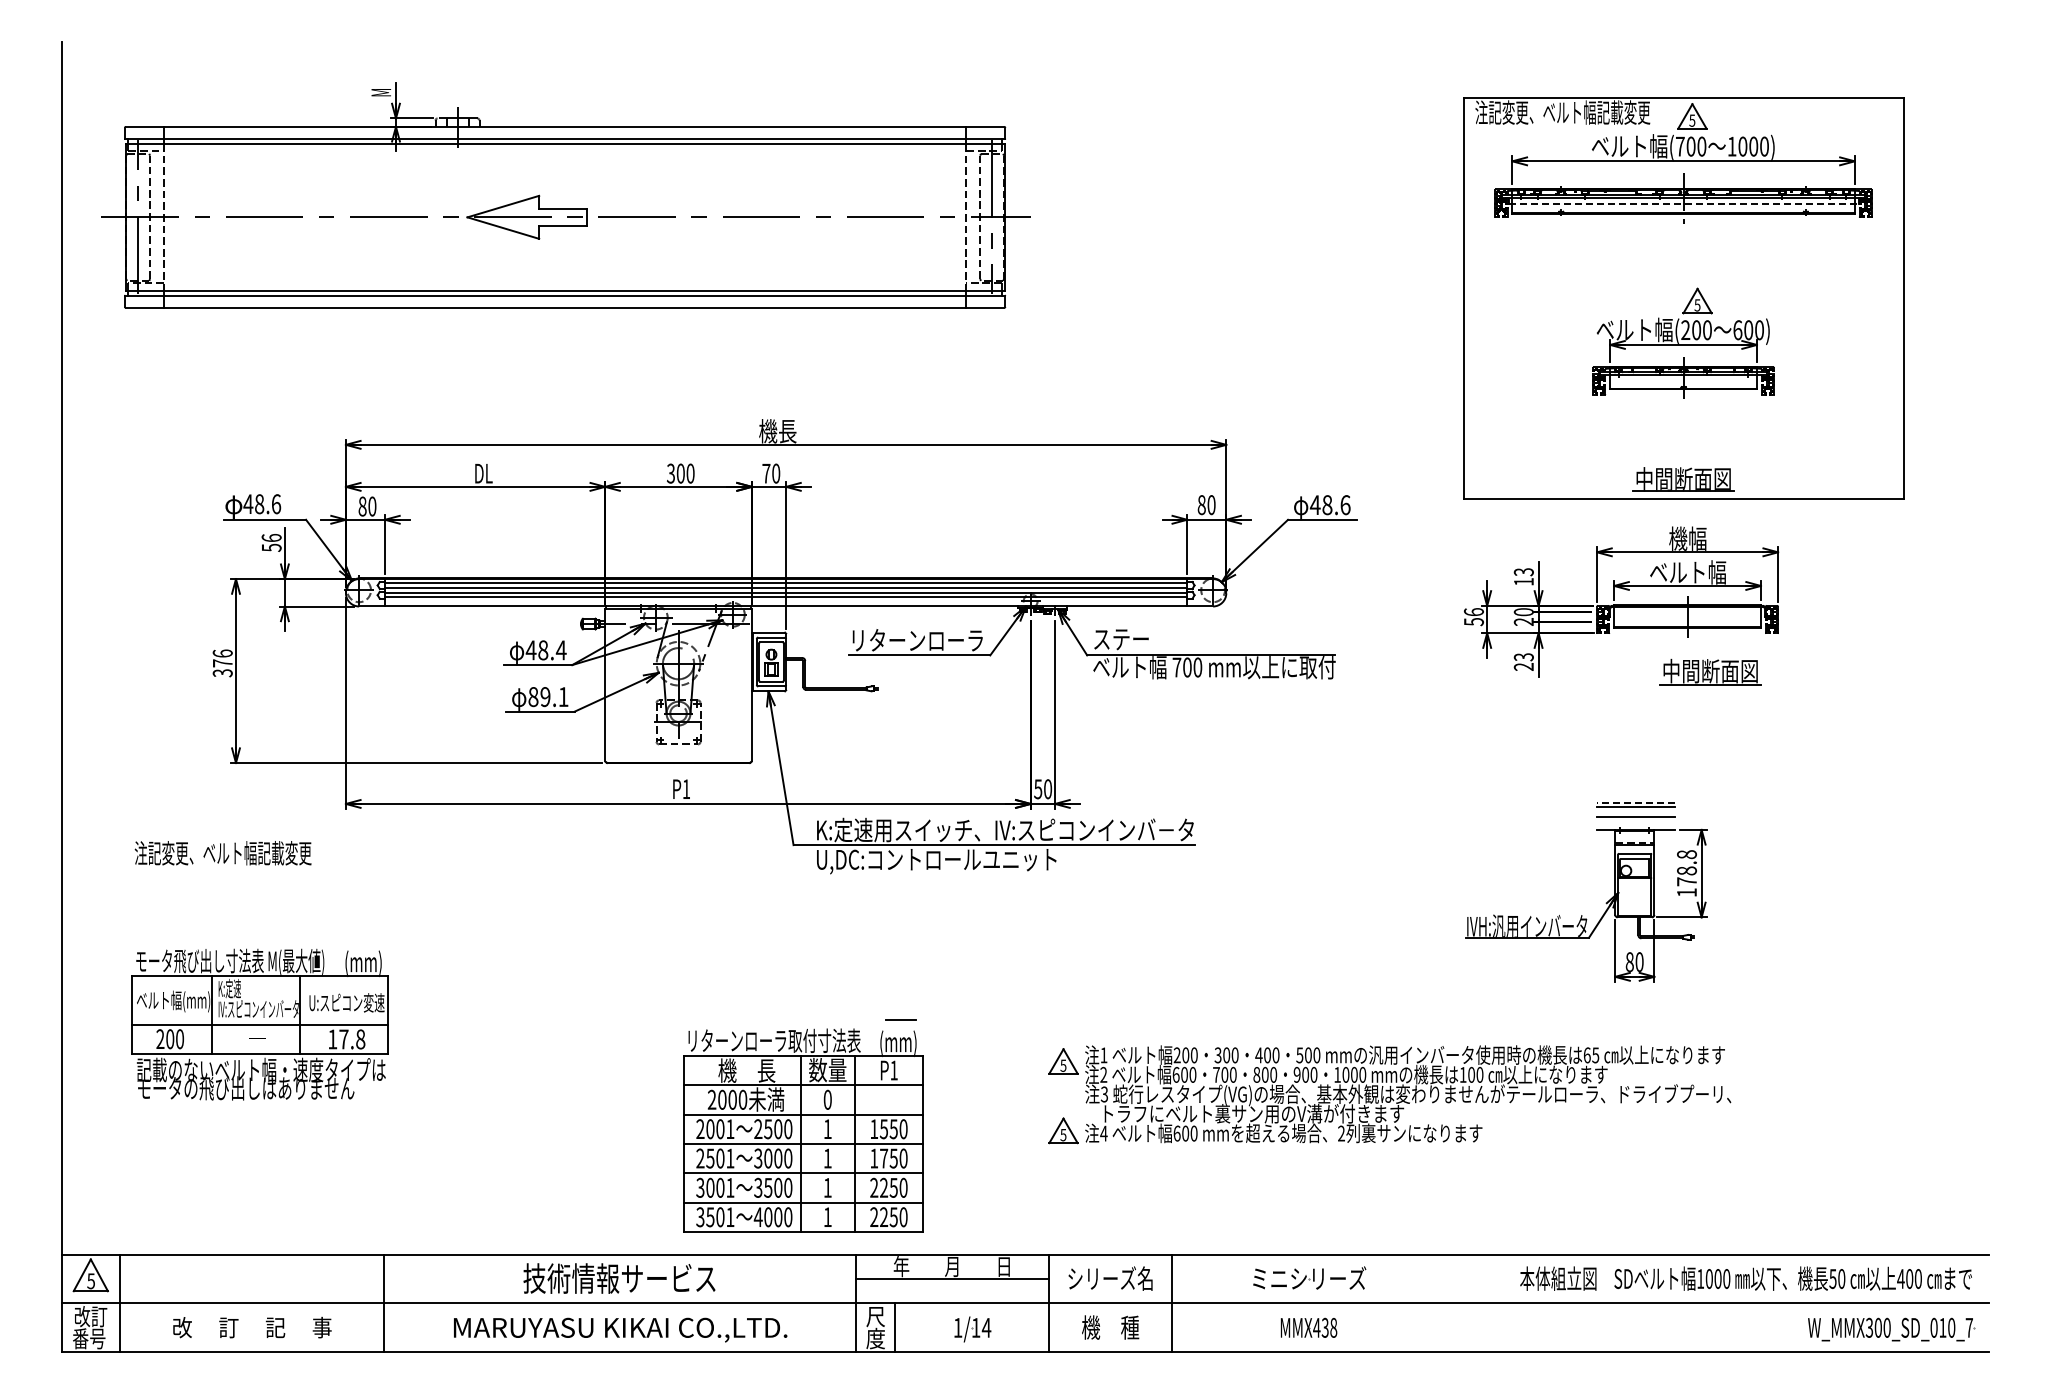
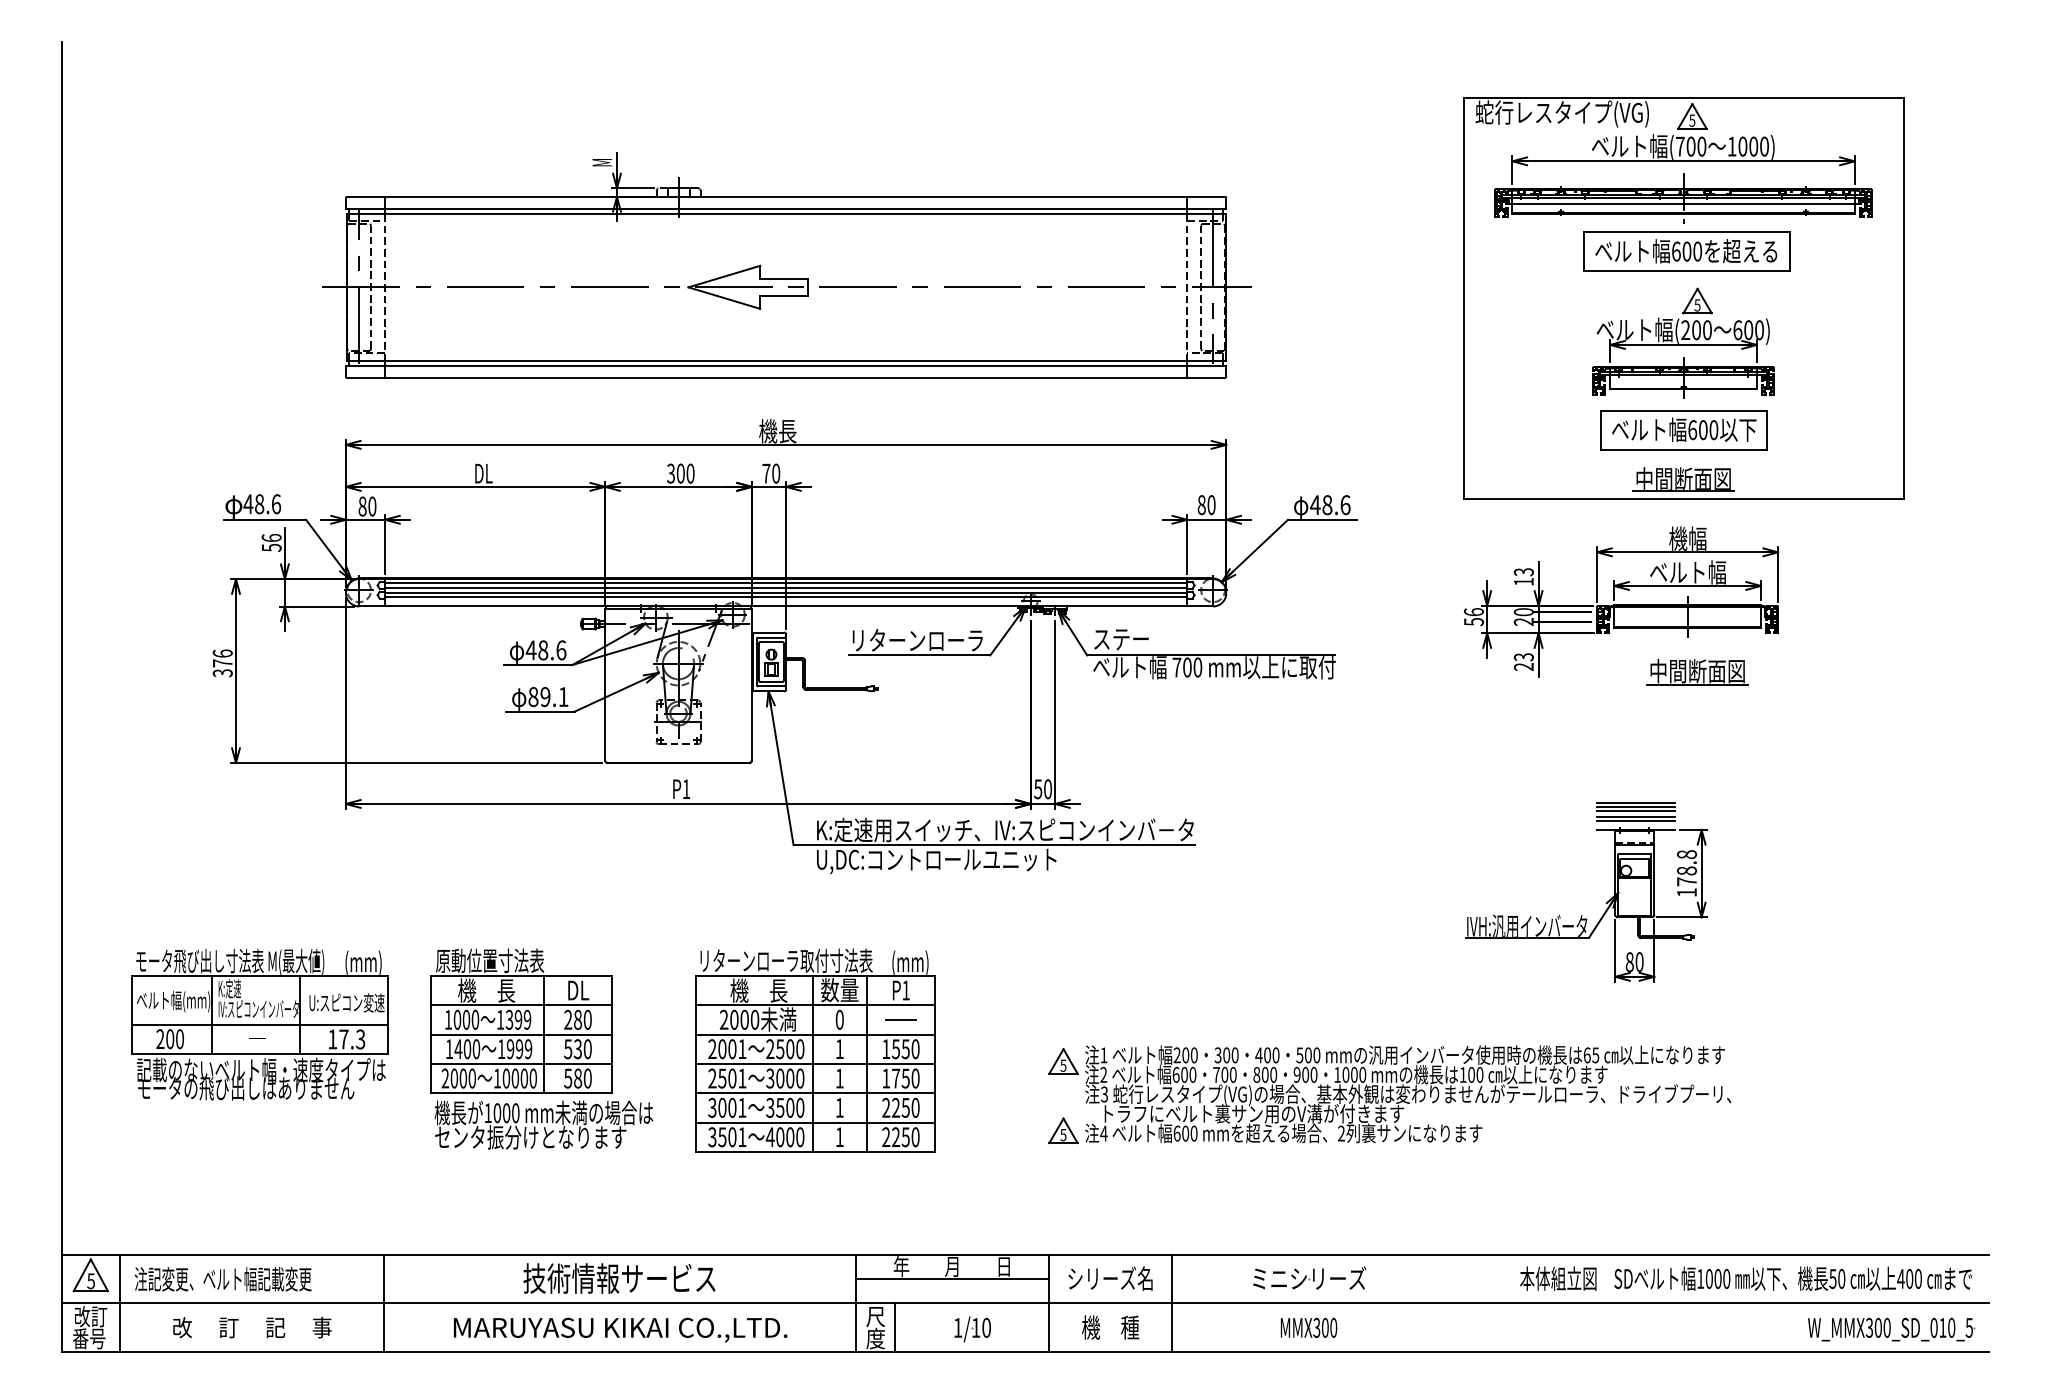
text at (1562, 113): 注記変更、ベルト幅記載変更 -> 蛇行レスタイプ(VG)
part at (565, 195) position: (565, 195) -> (786, 265)
line at (1684, 204): dashed -> solid
part at (1686, 251): none -> present
part at (1683, 430): none -> present
text at (560, 650): 48.4 -> 48.6
part at (1710, 671) position: (1710, 671) -> (1697, 671)
line at (1635, 802): dashed -> solid
line at (1635, 810): none -> present
line at (1635, 820): none -> present
text at (222, 853) position: (222, 853) -> (222, 1279)
text at (360, 1039): 17.8 -> 17.3
part at (541, 1048): none -> present
part at (803, 1130) position: (803, 1130) -> (815, 1050)
text at (986, 1327): 1/14 -> 1/10
text at (1325, 1327): MMX438 -> MMX300
text at (1968, 1327): W_MMX300_SD_010_7 -> W_MMX300_SD_010_5
